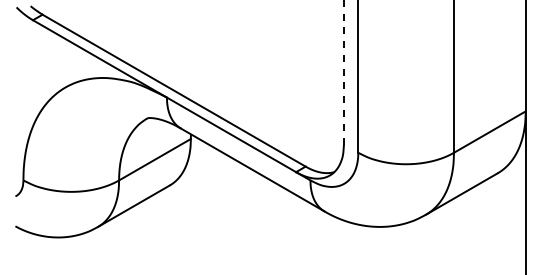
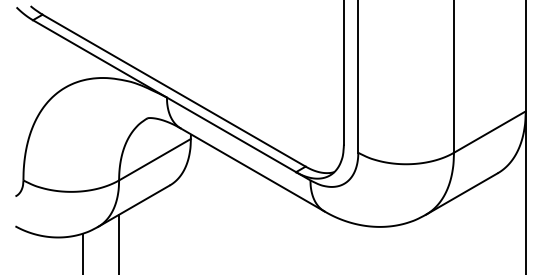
line at (343, 72): dashed -> solid
line at (119, 242): none -> present
line at (83, 252): none -> present
